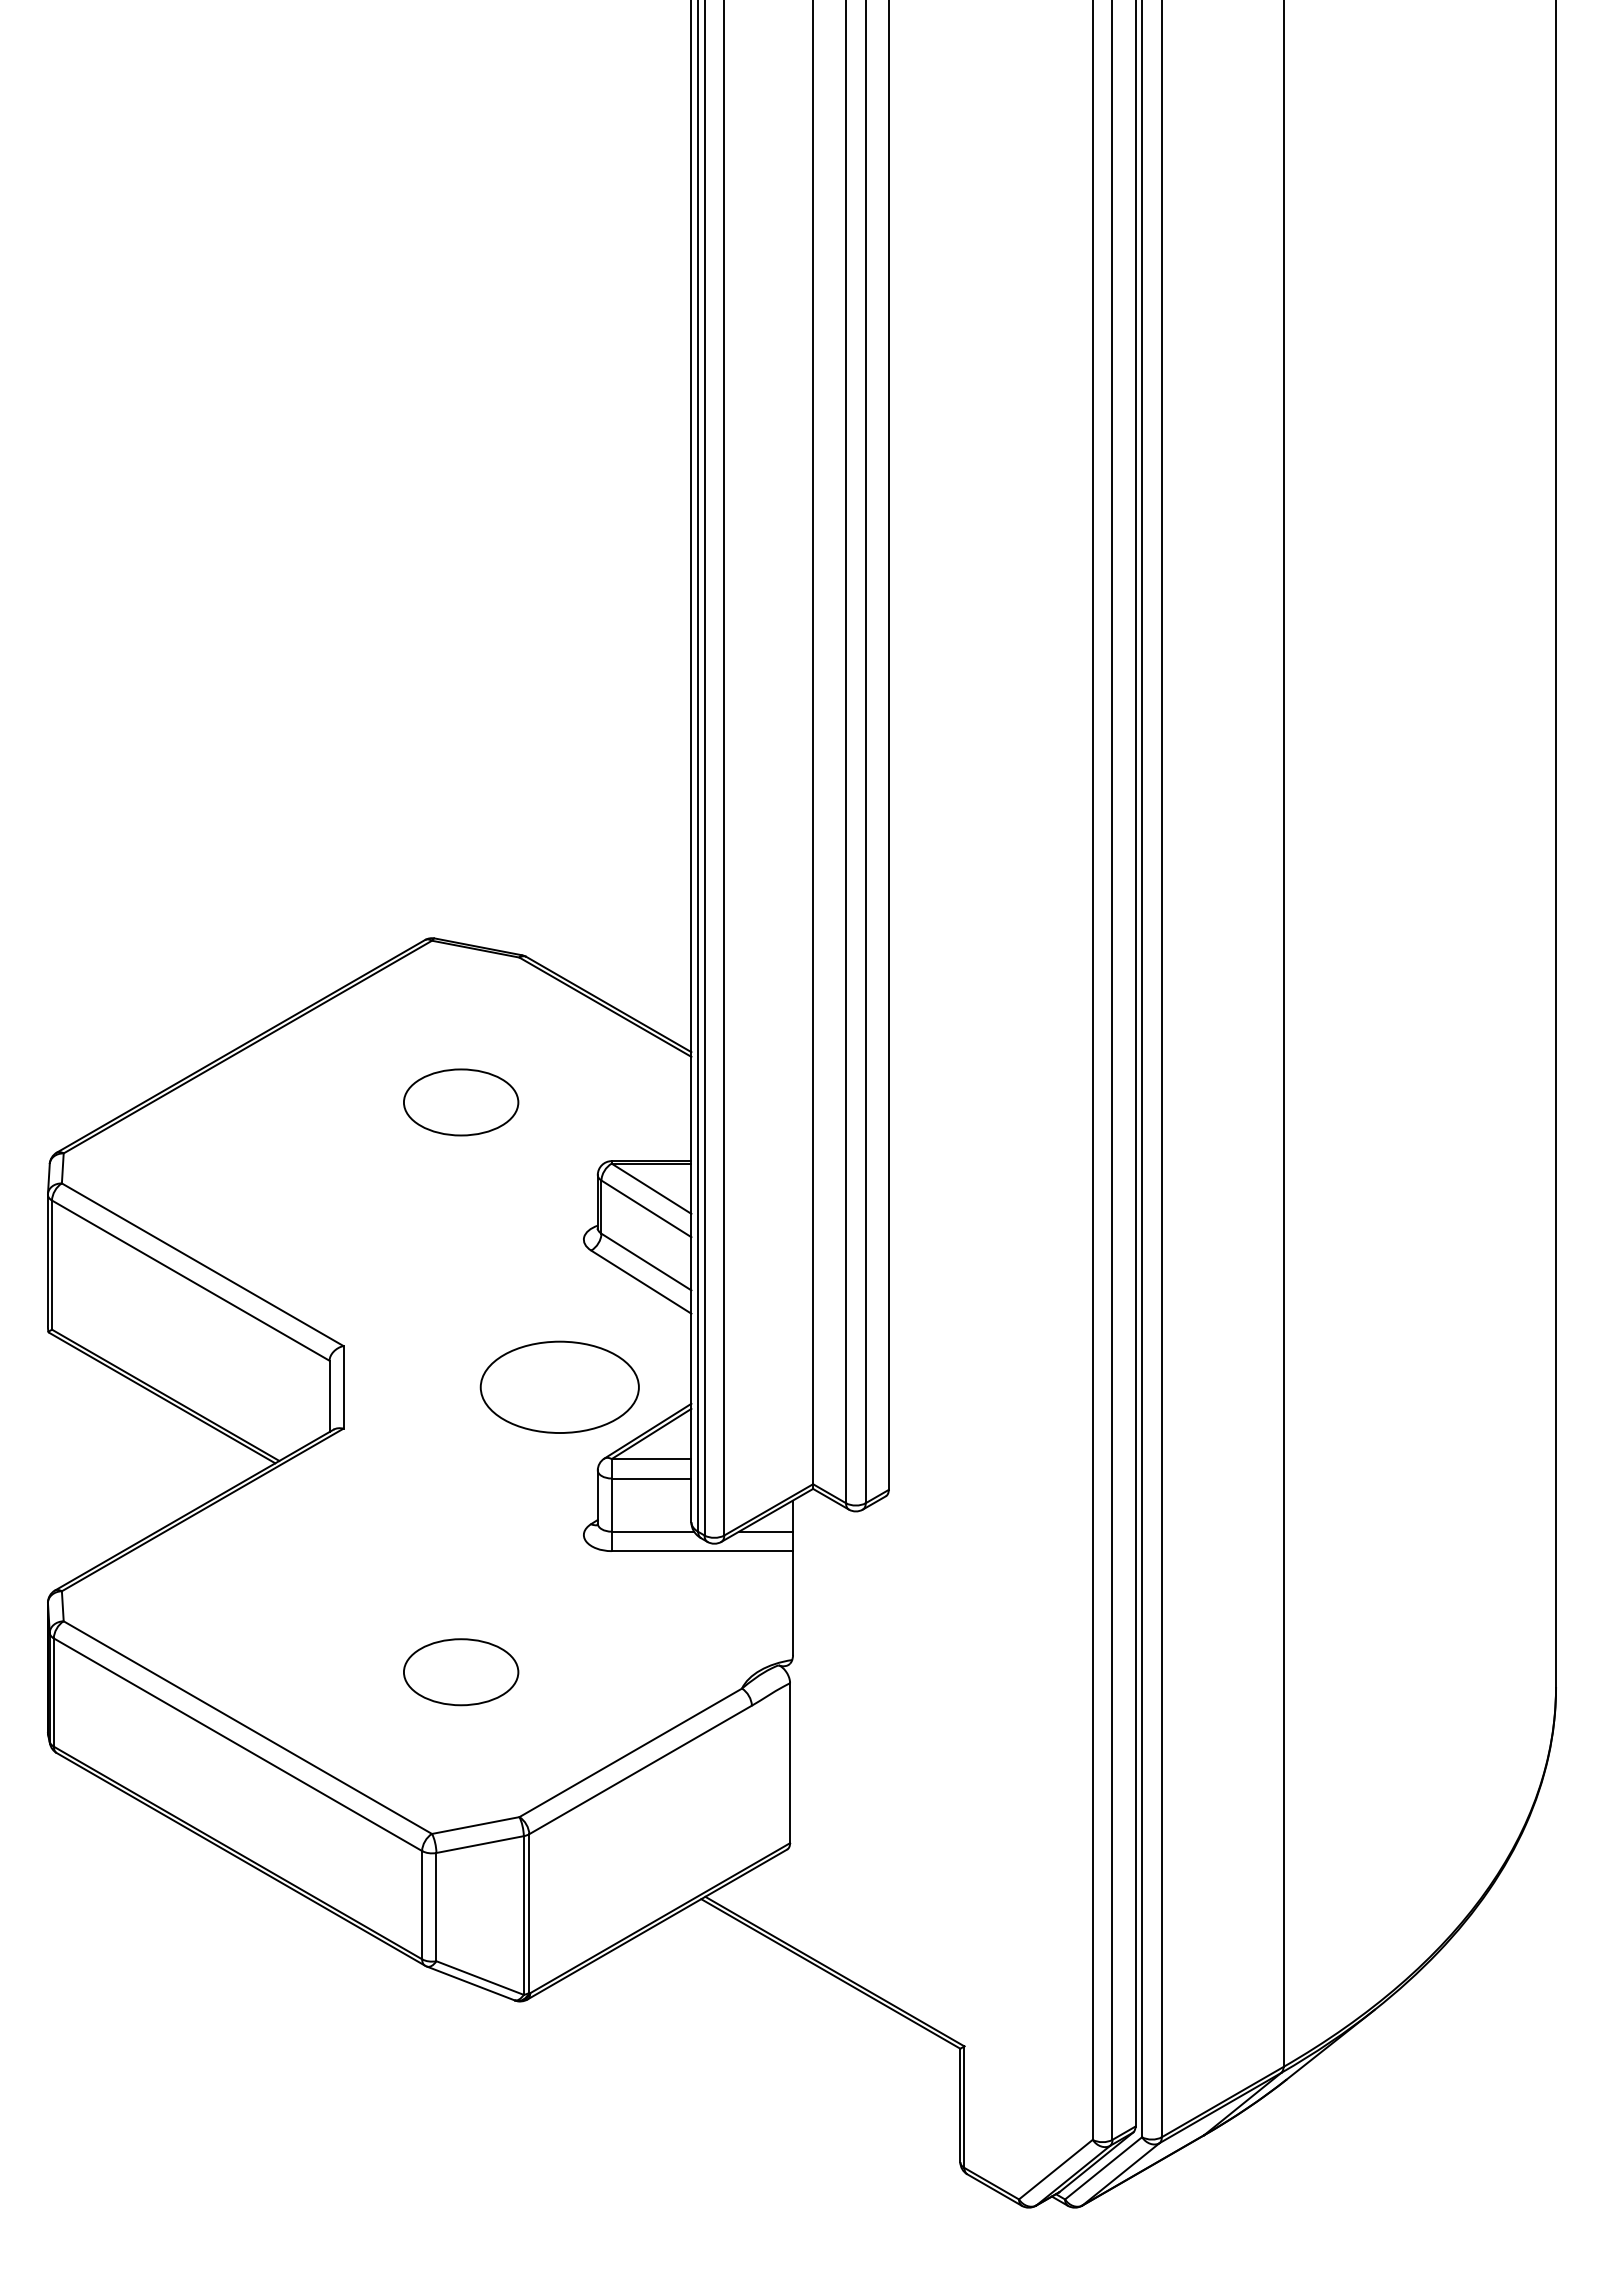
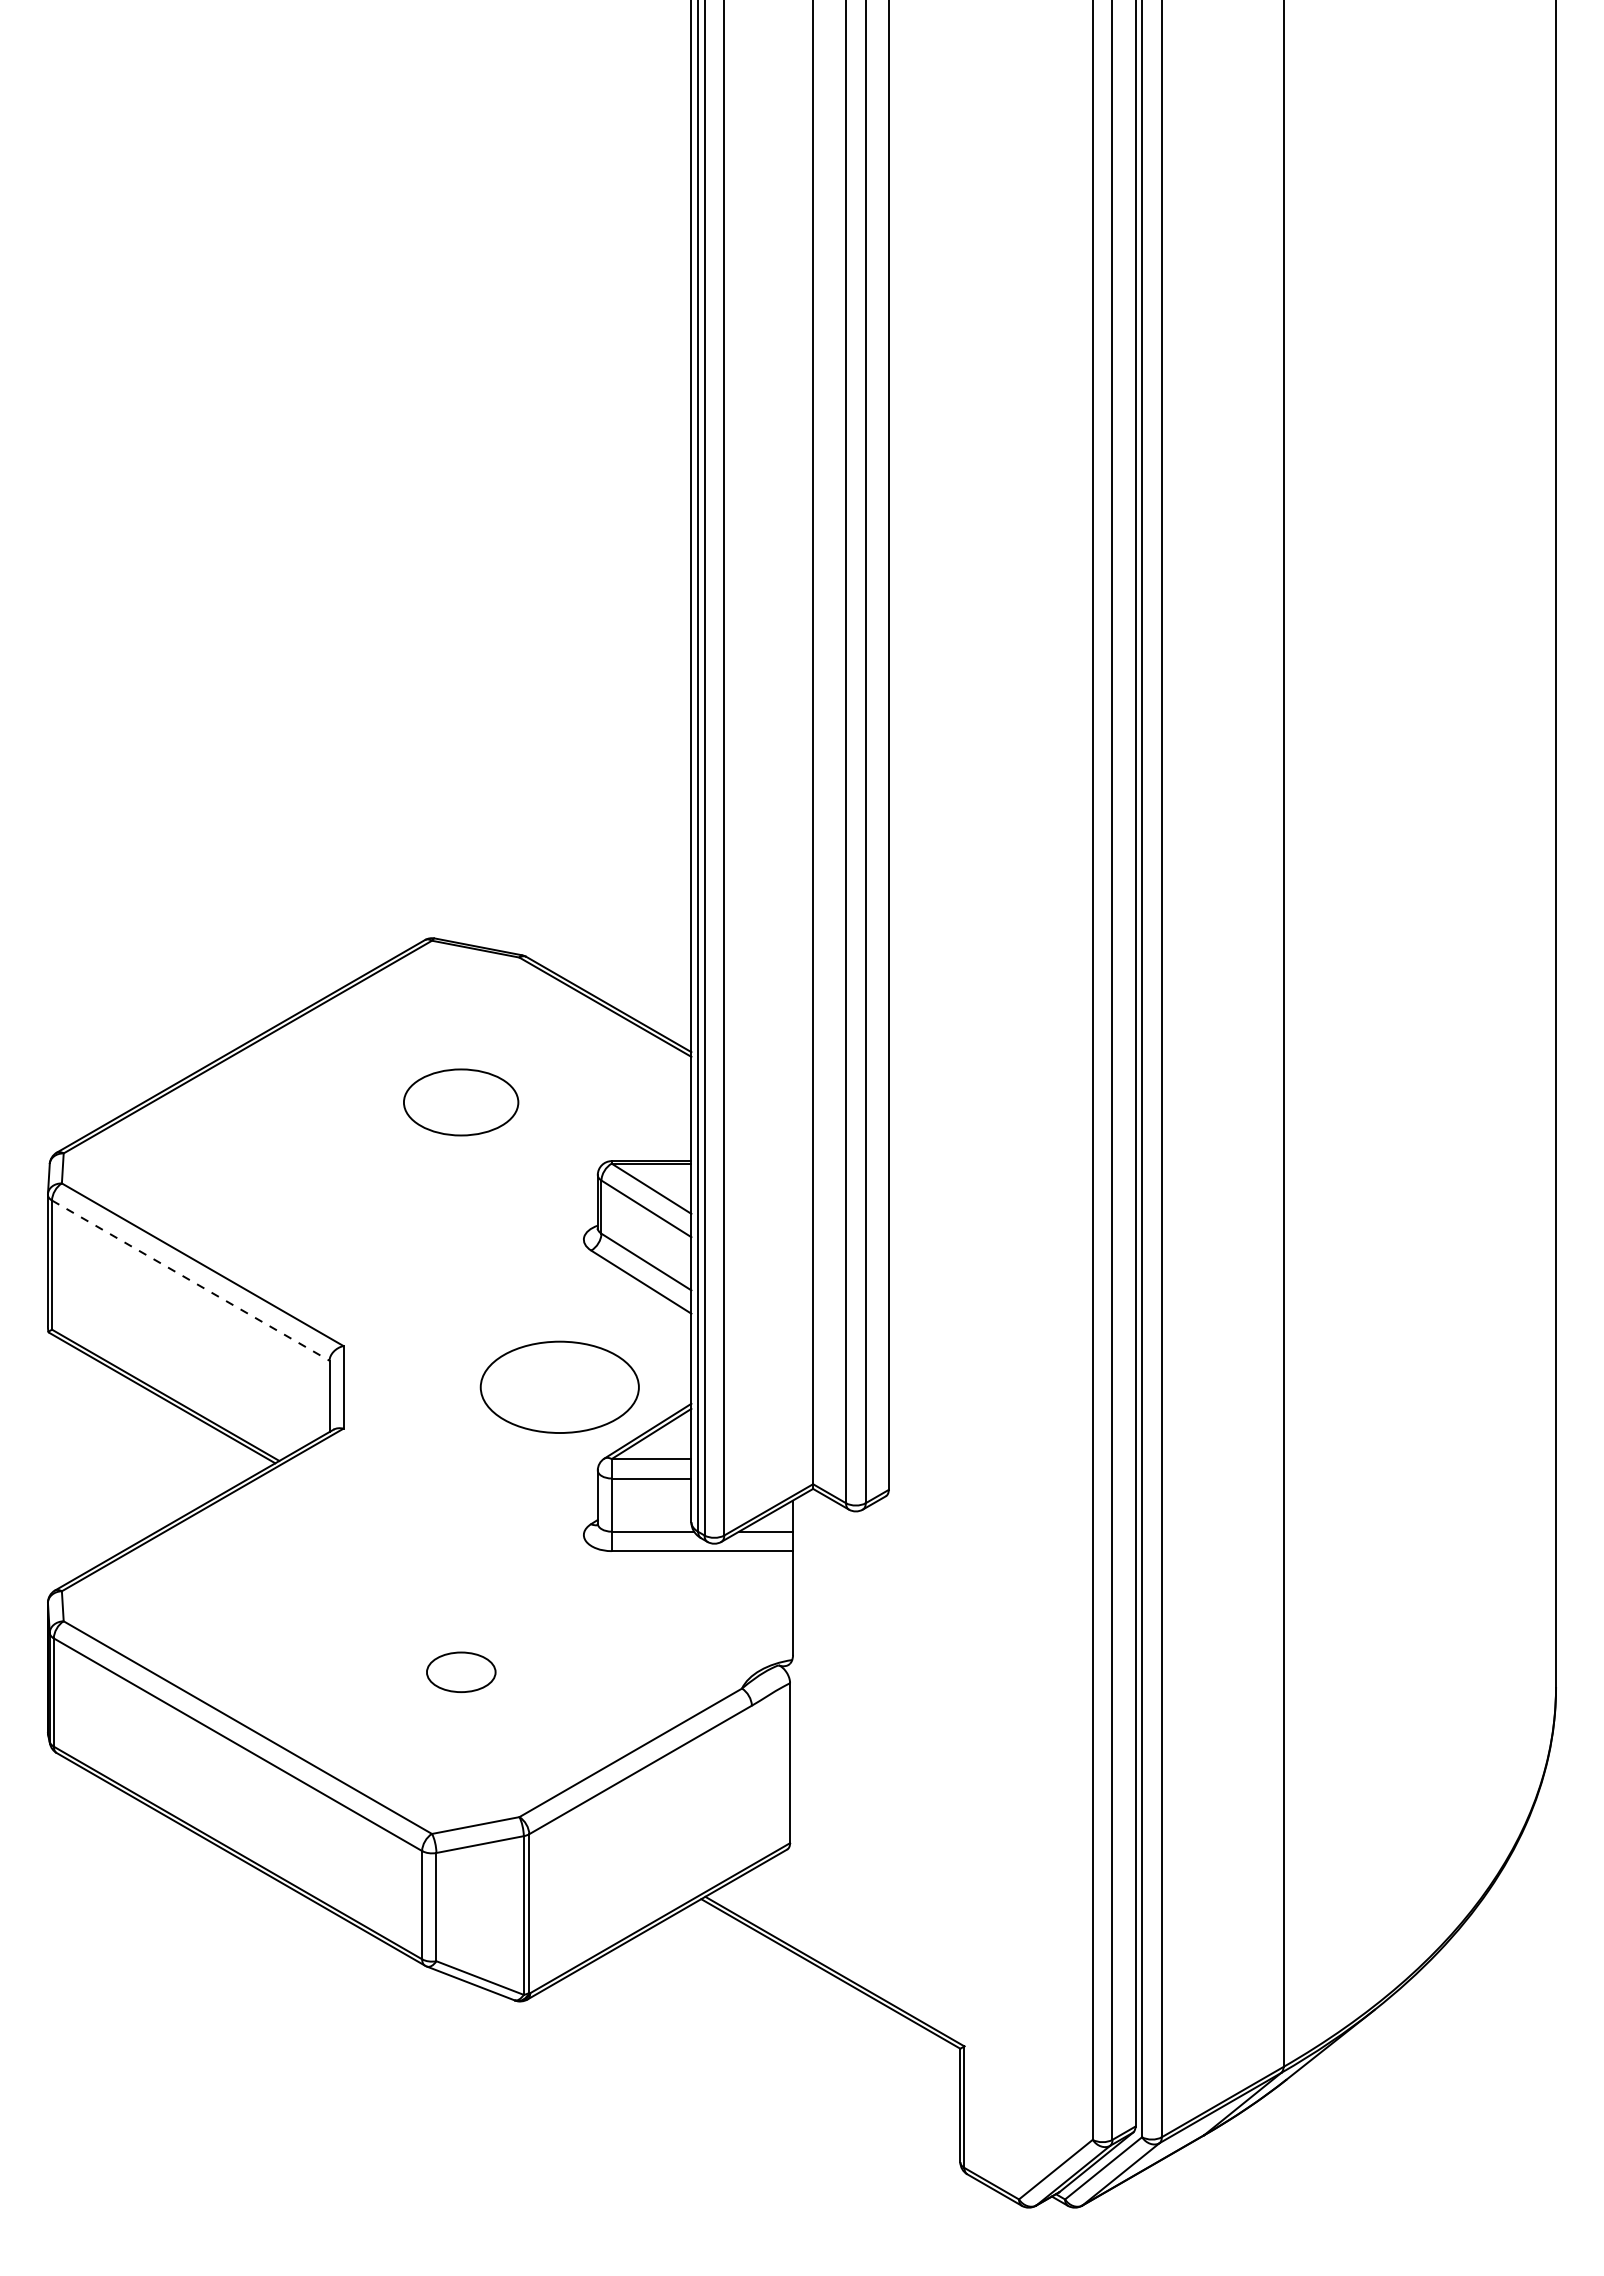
line at (191, 1280): solid -> dashed
part at (461, 1672) size: 117x69 px -> 71x42 px
